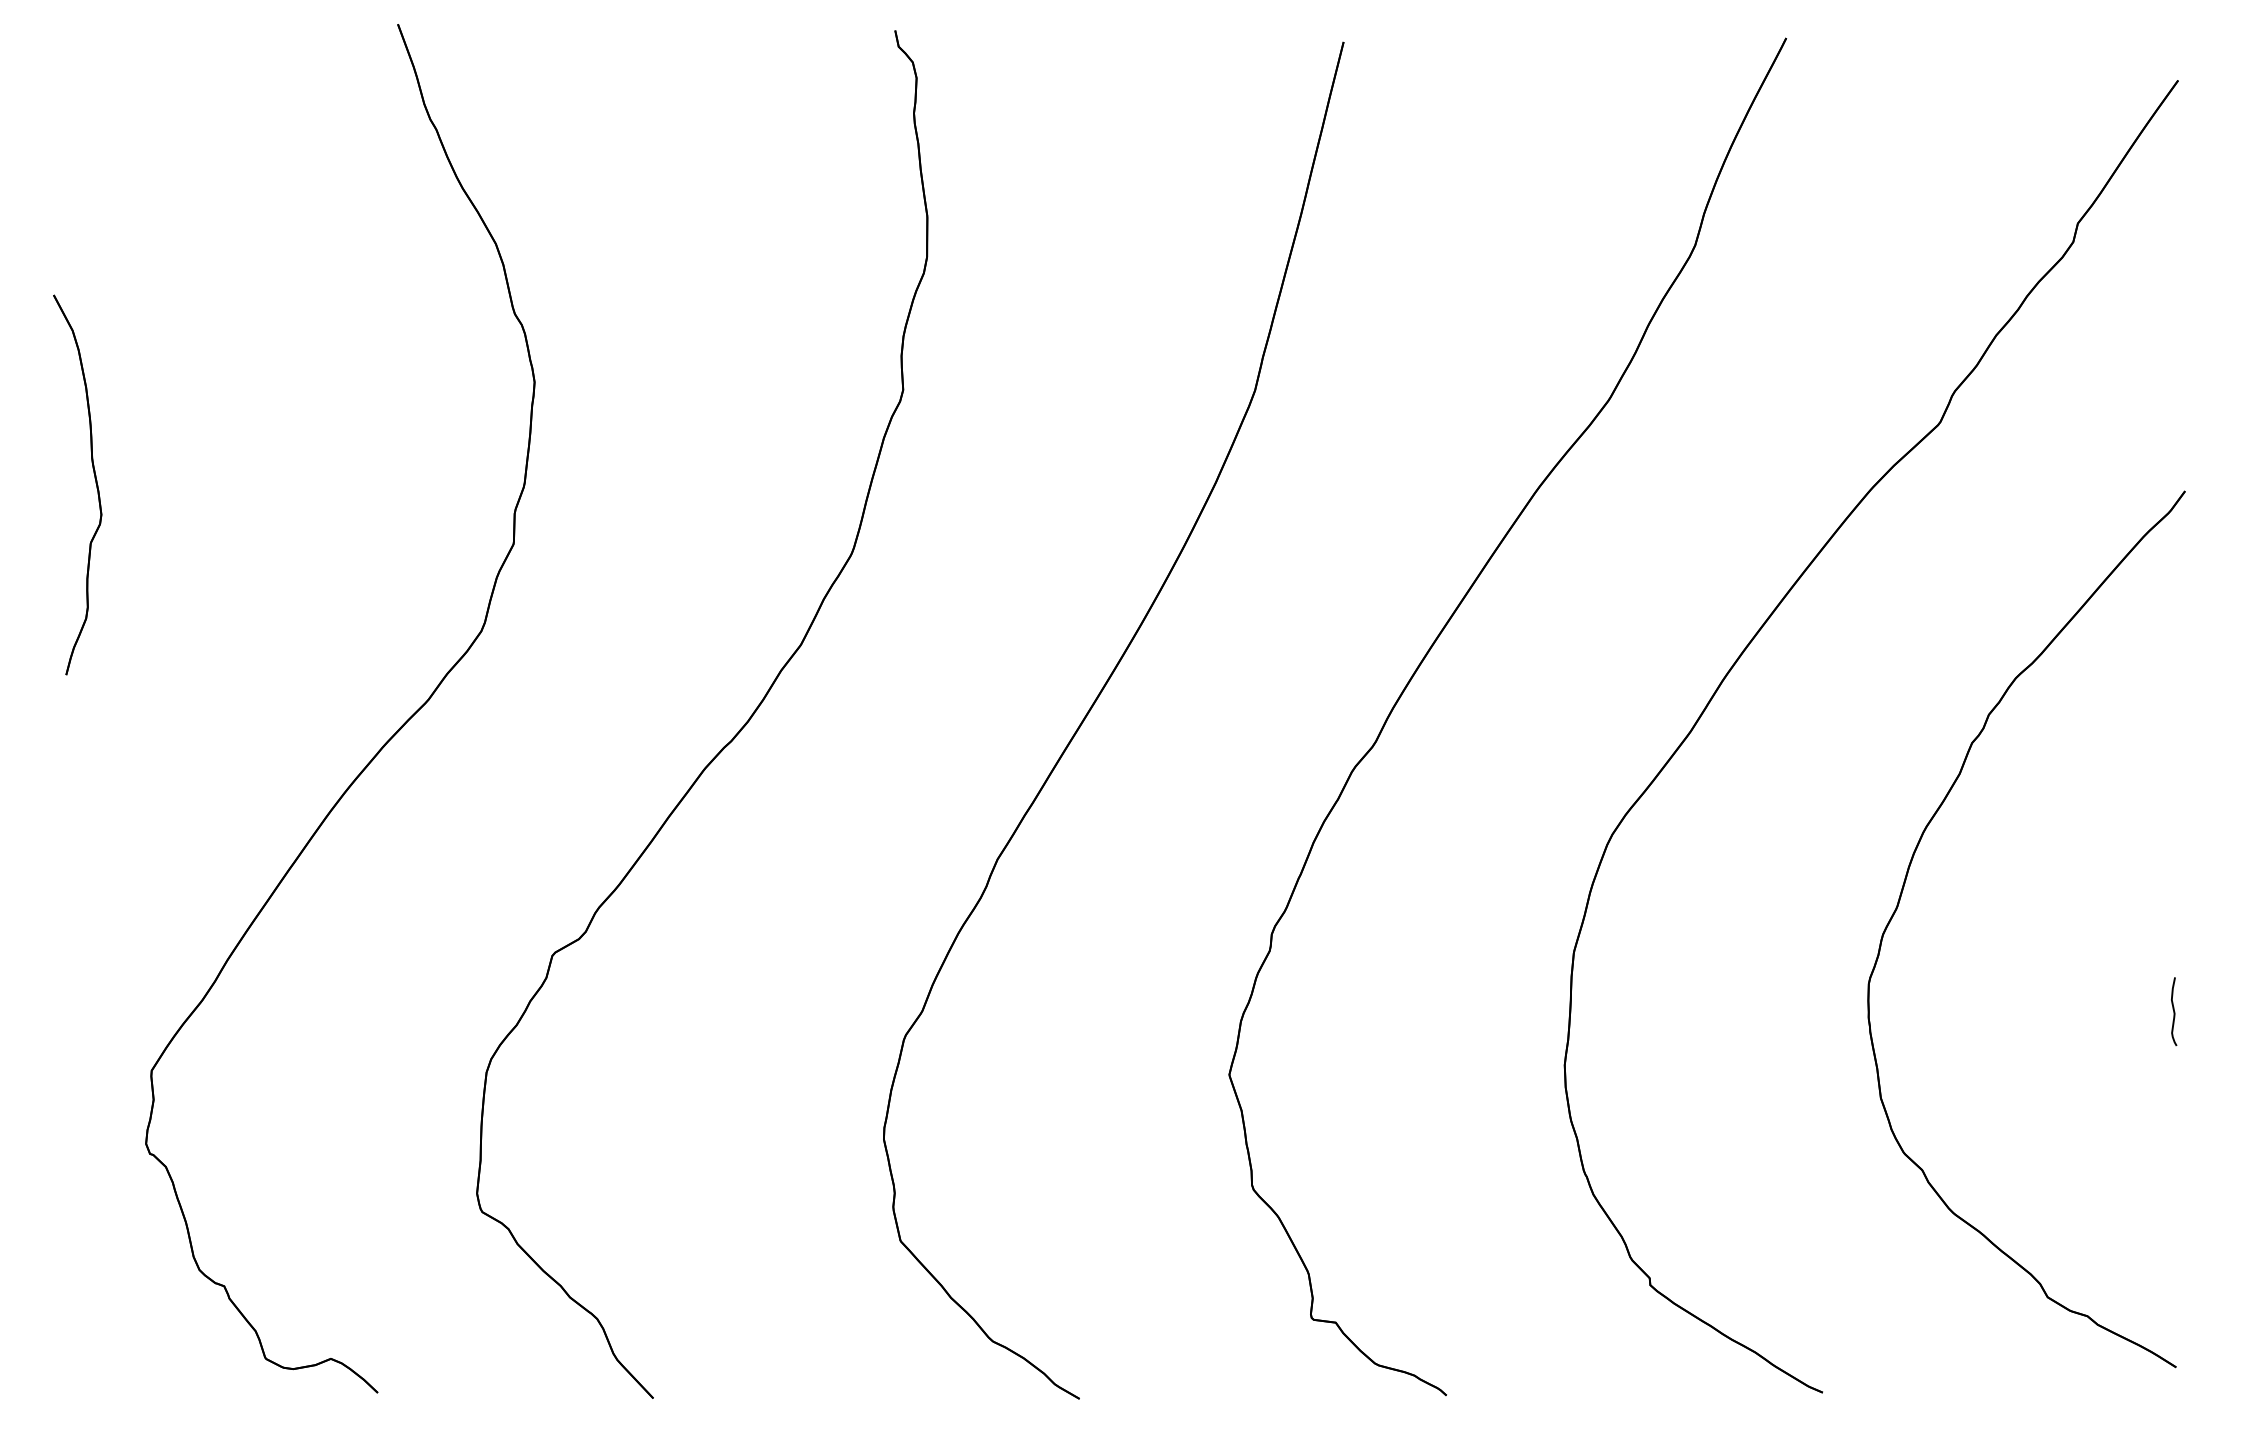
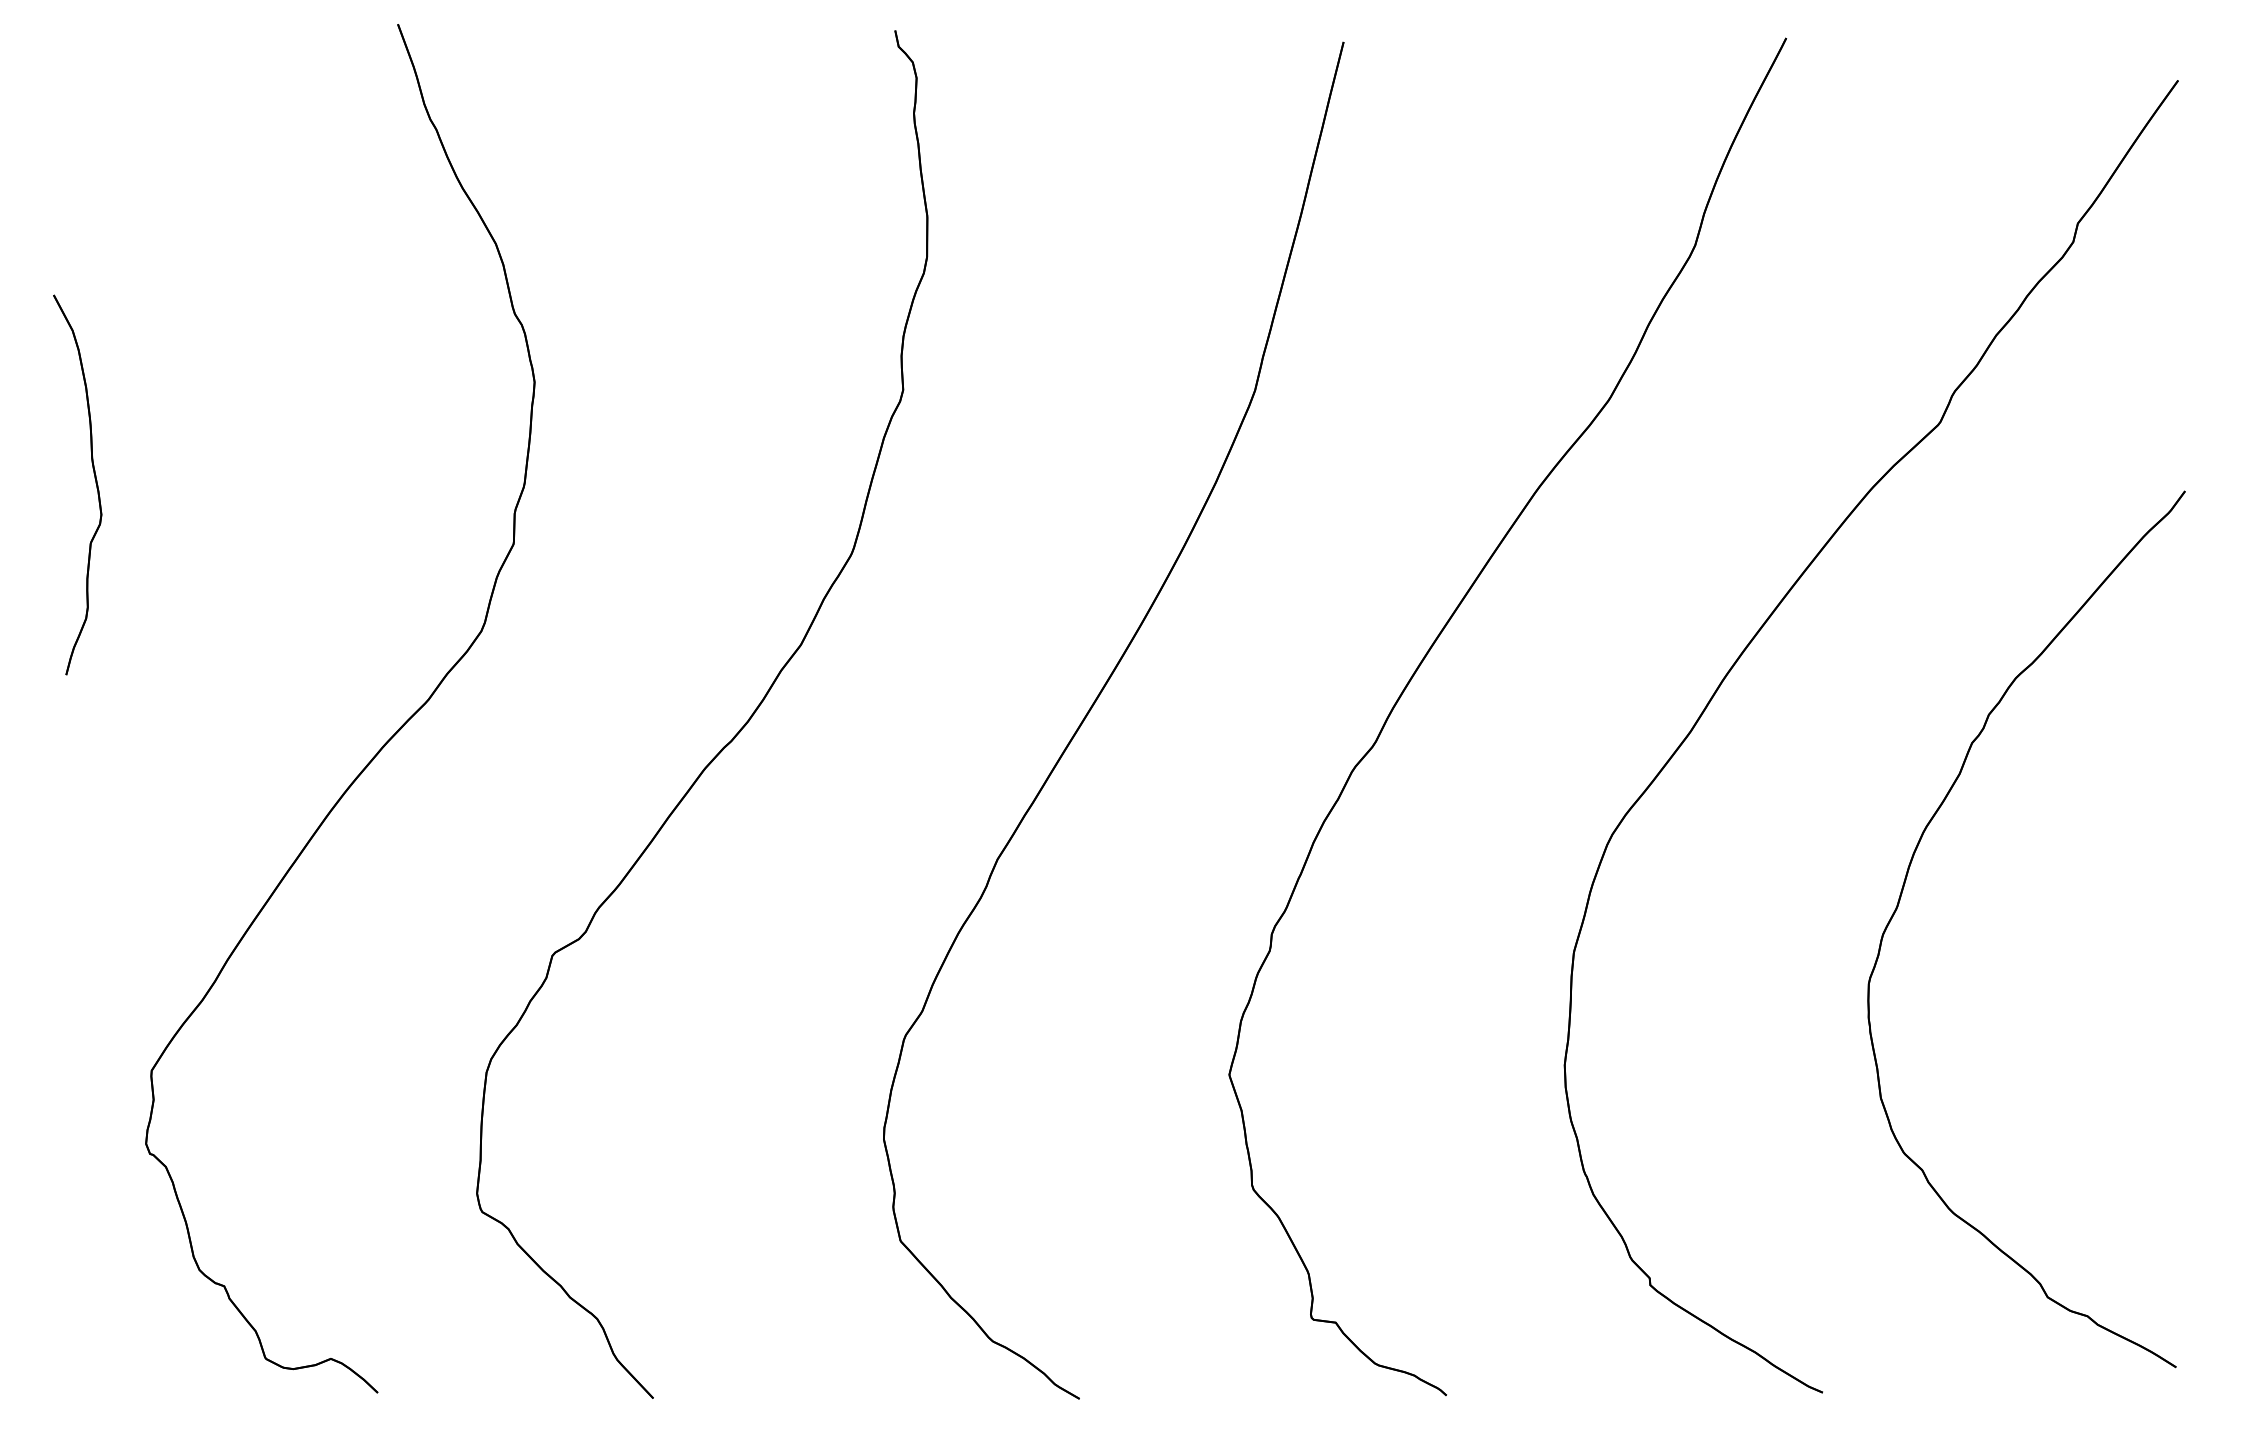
curve at (2174, 1011): present -> none
